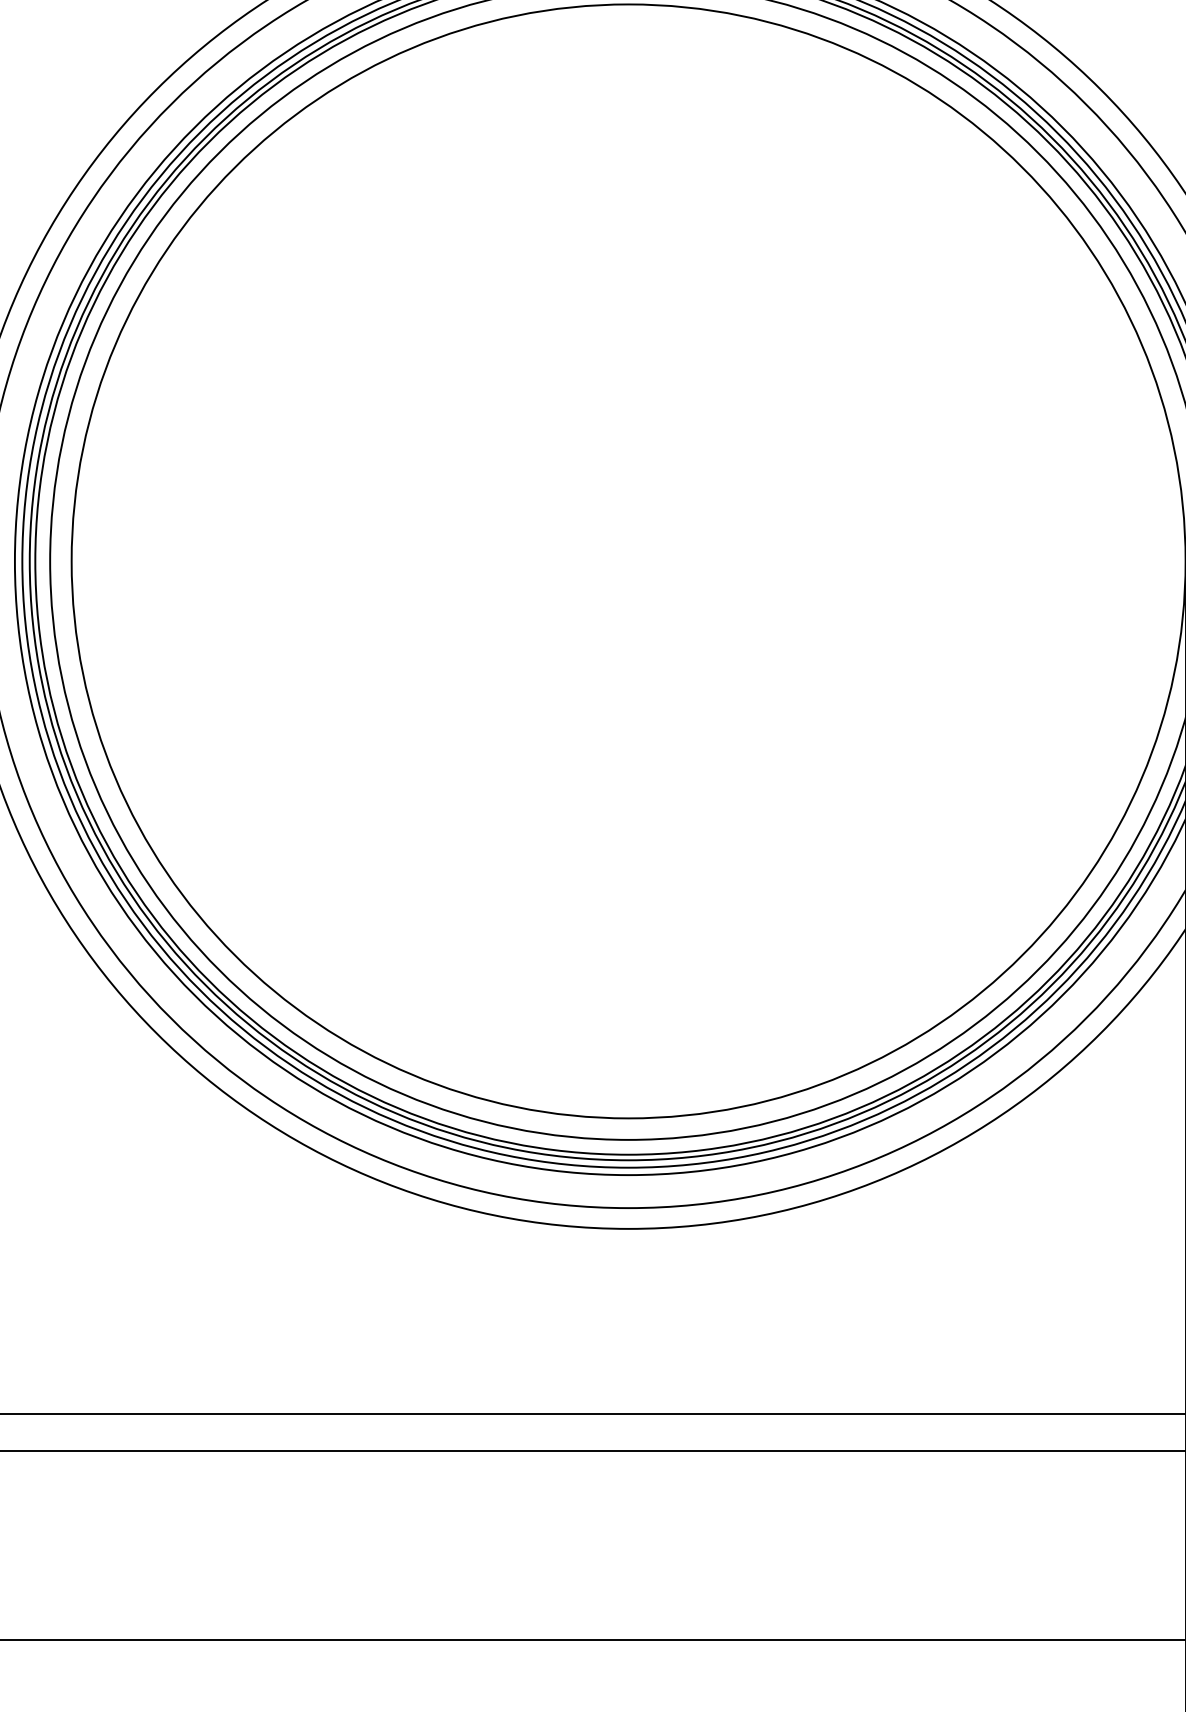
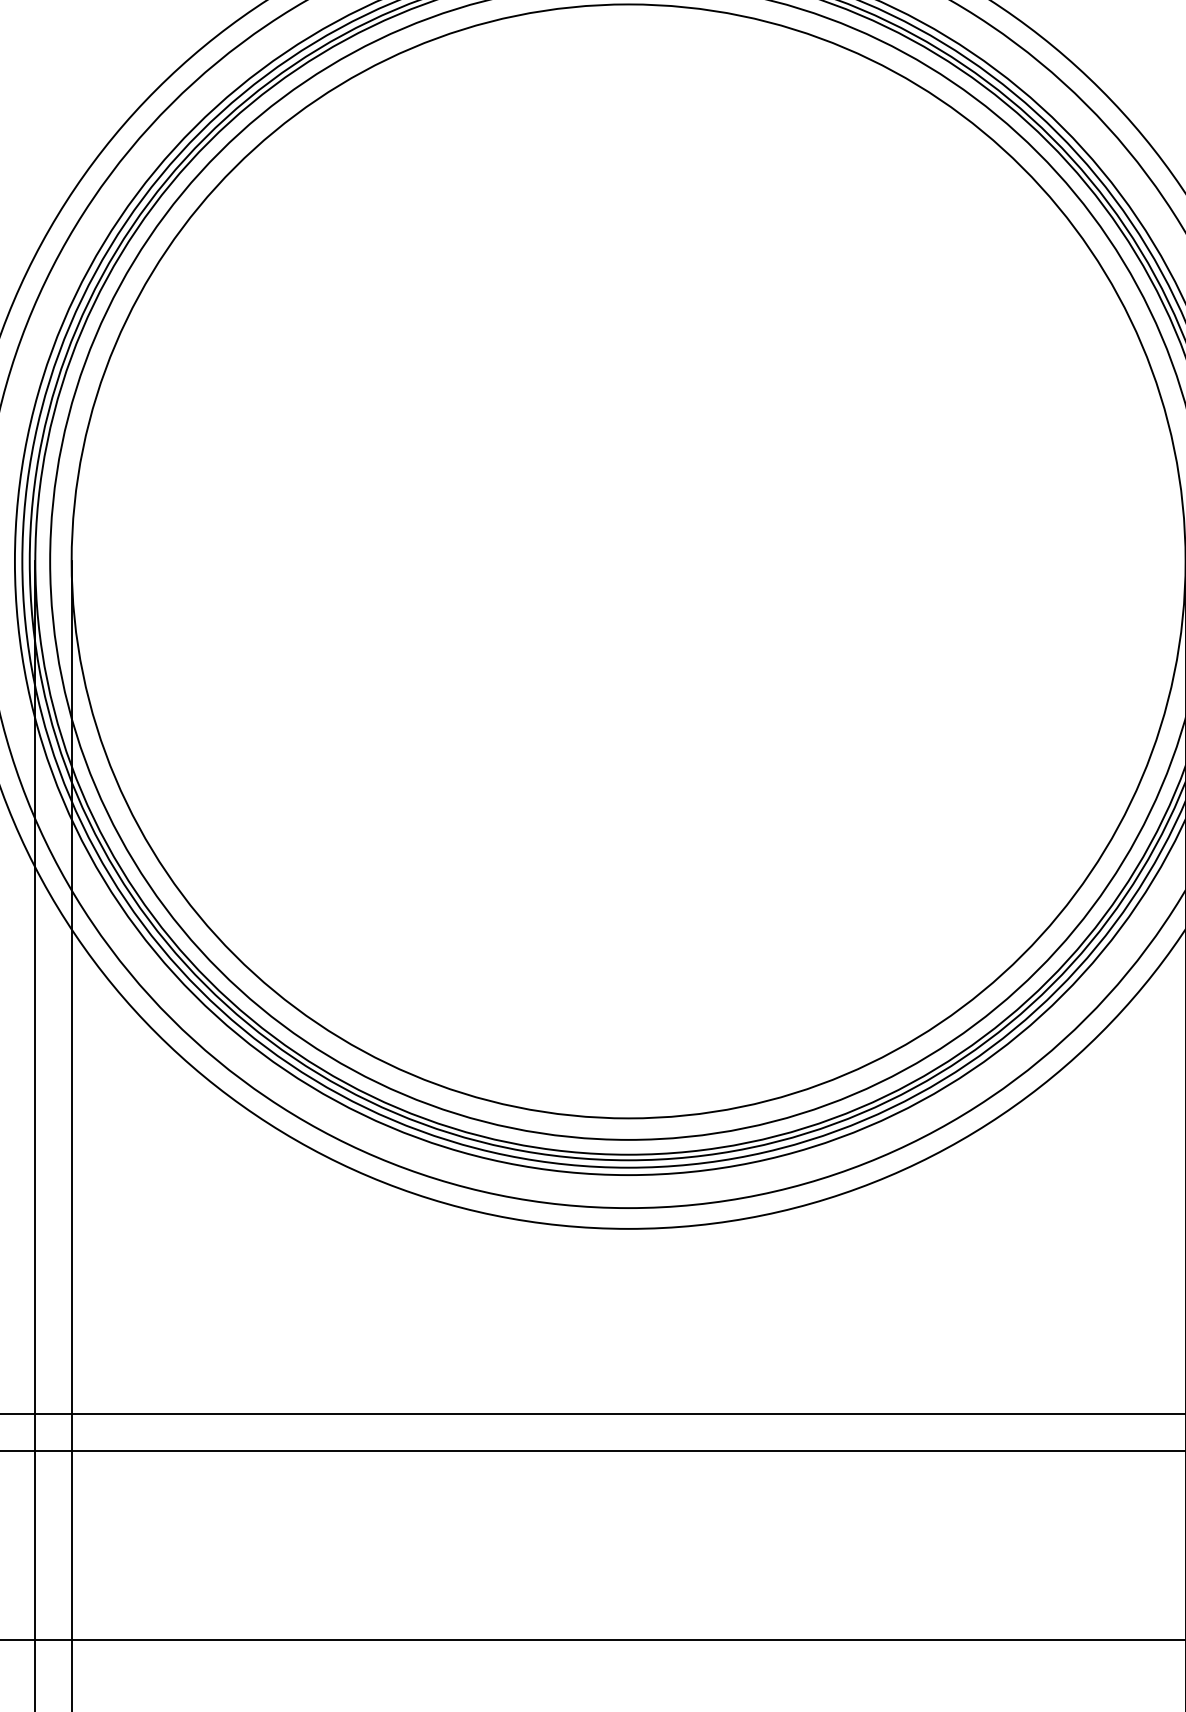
line at (35, 1134): none -> present
line at (71, 1134): none -> present
